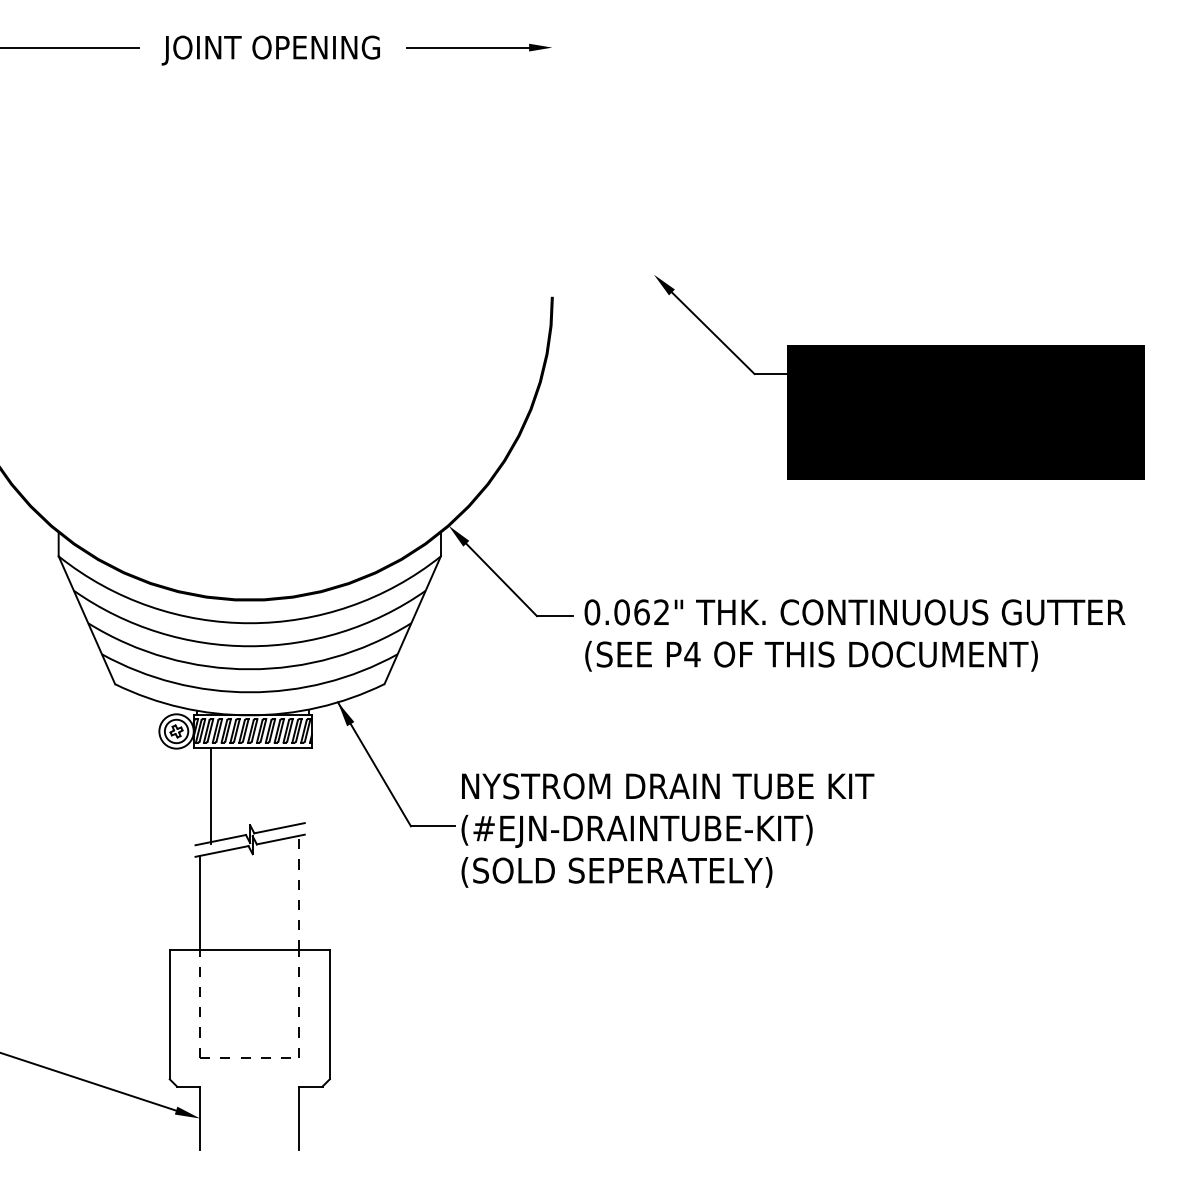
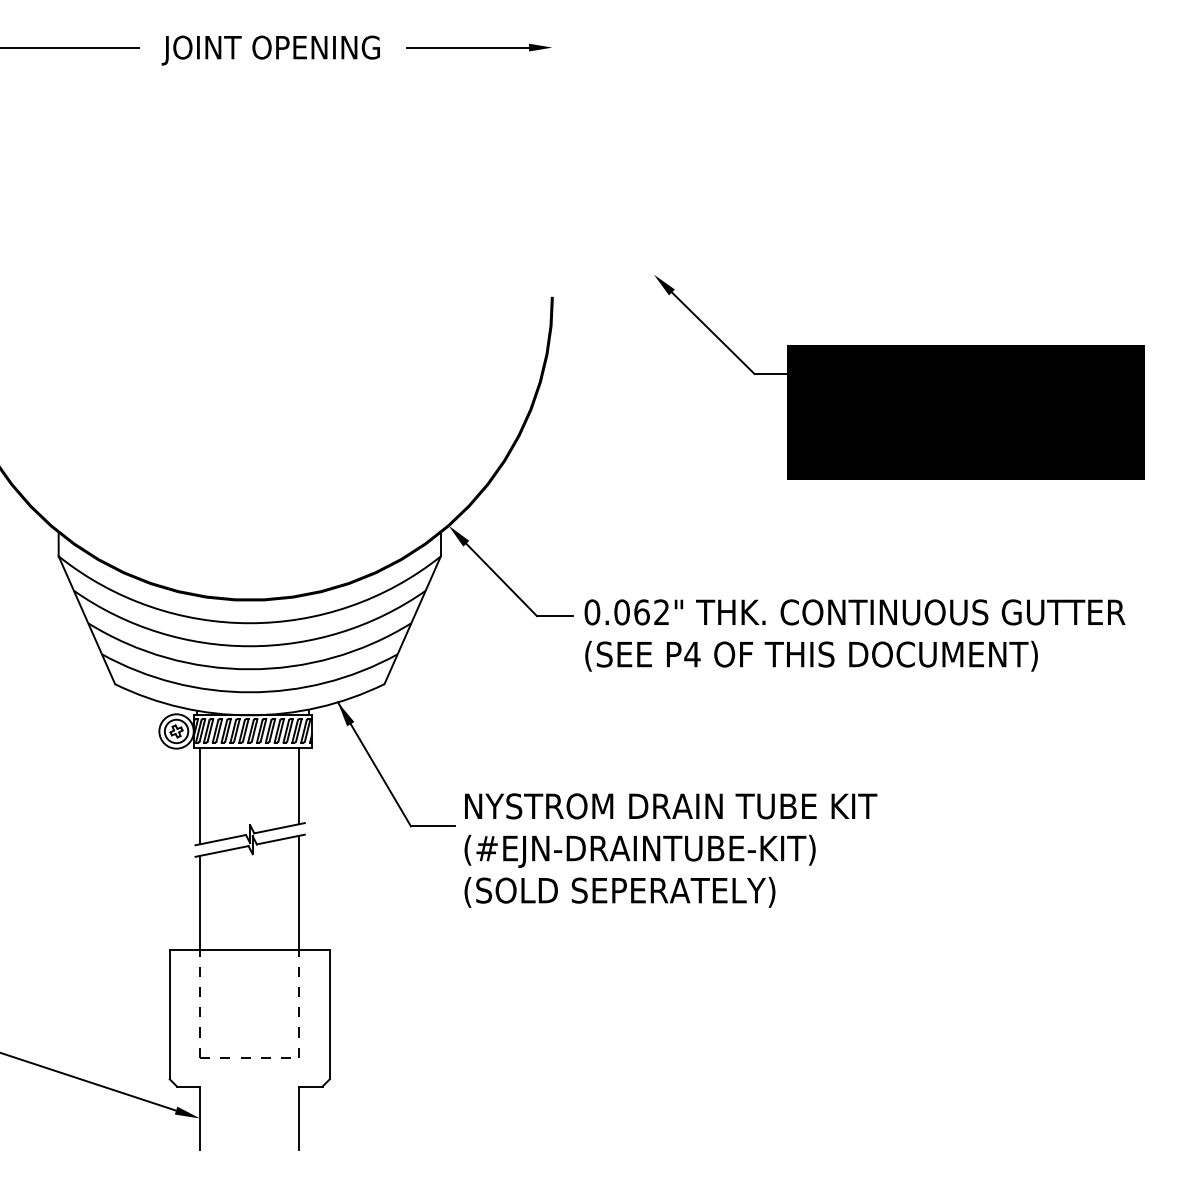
line at (299, 785): none -> present
line at (211, 795) position: (211, 795) -> (200, 795)
text at (667, 830) position: (667, 830) -> (670, 850)
line at (299, 892): dashed -> solid
